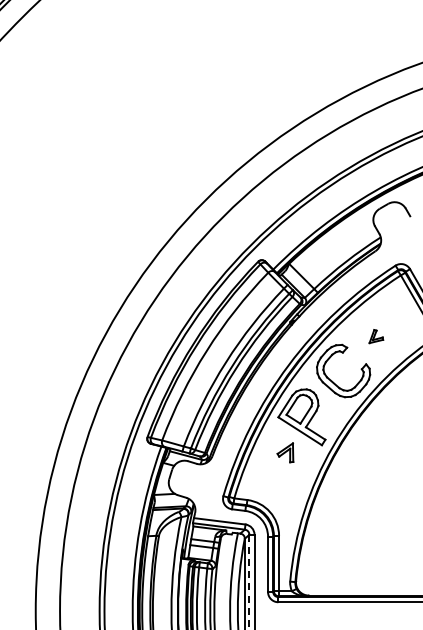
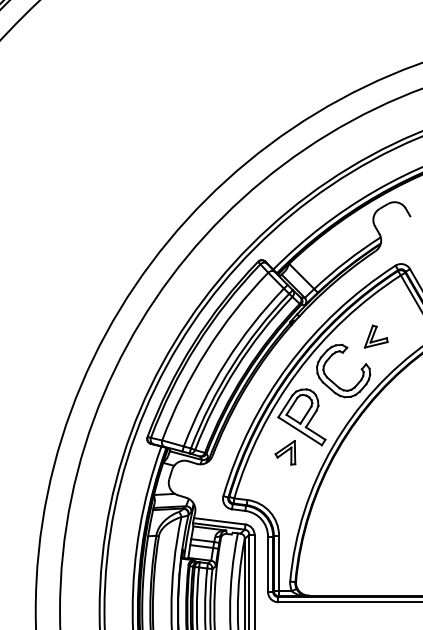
part at (376, 336) size: 17x16 px -> 25x25 px
part at (285, 452) size: 19x22 px -> 23x26 px
line at (249, 582): dashed -> solid
